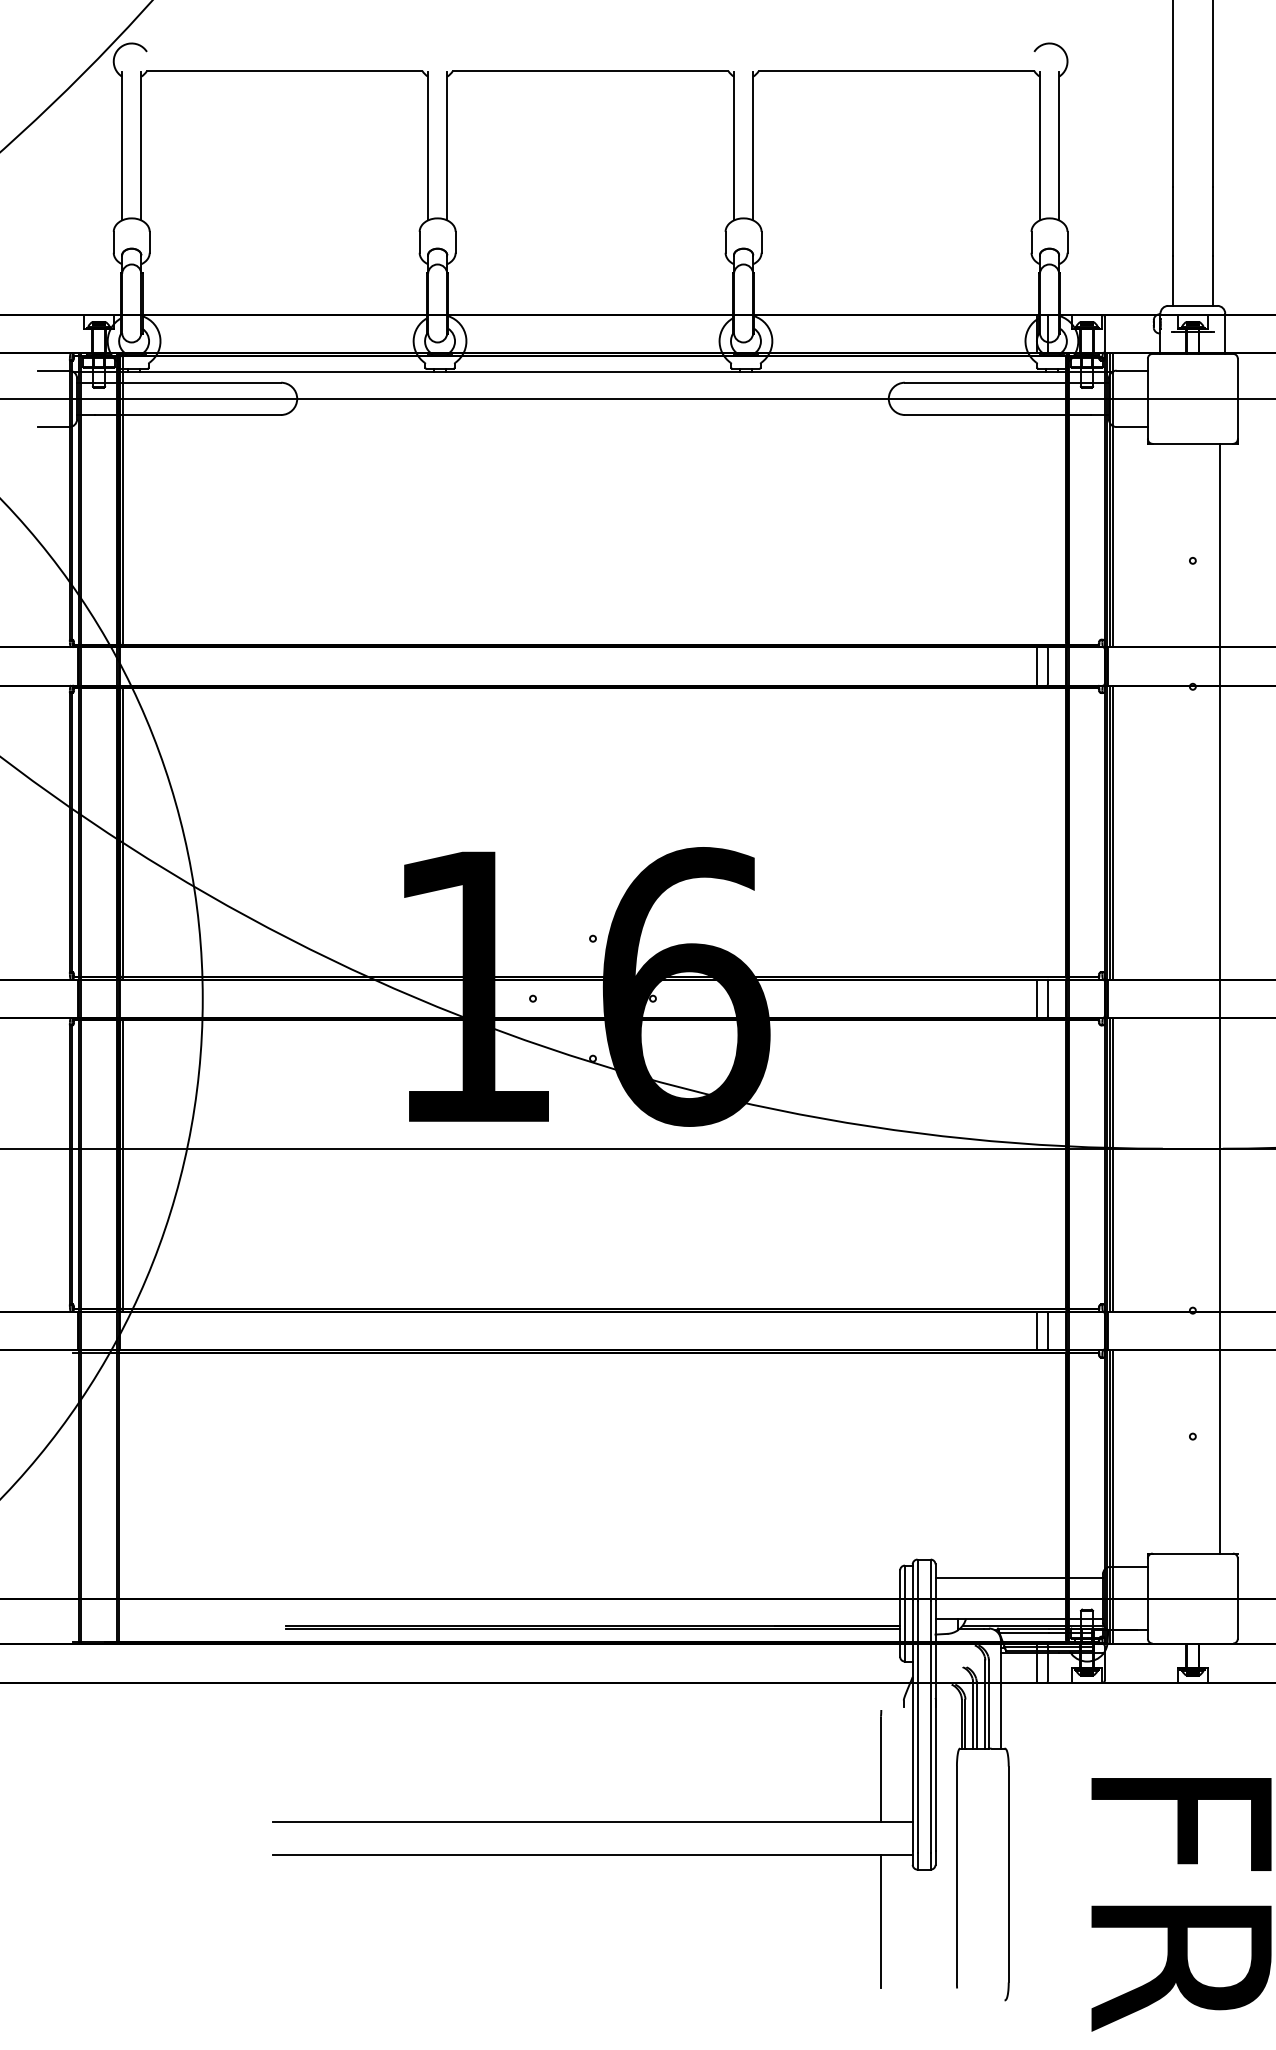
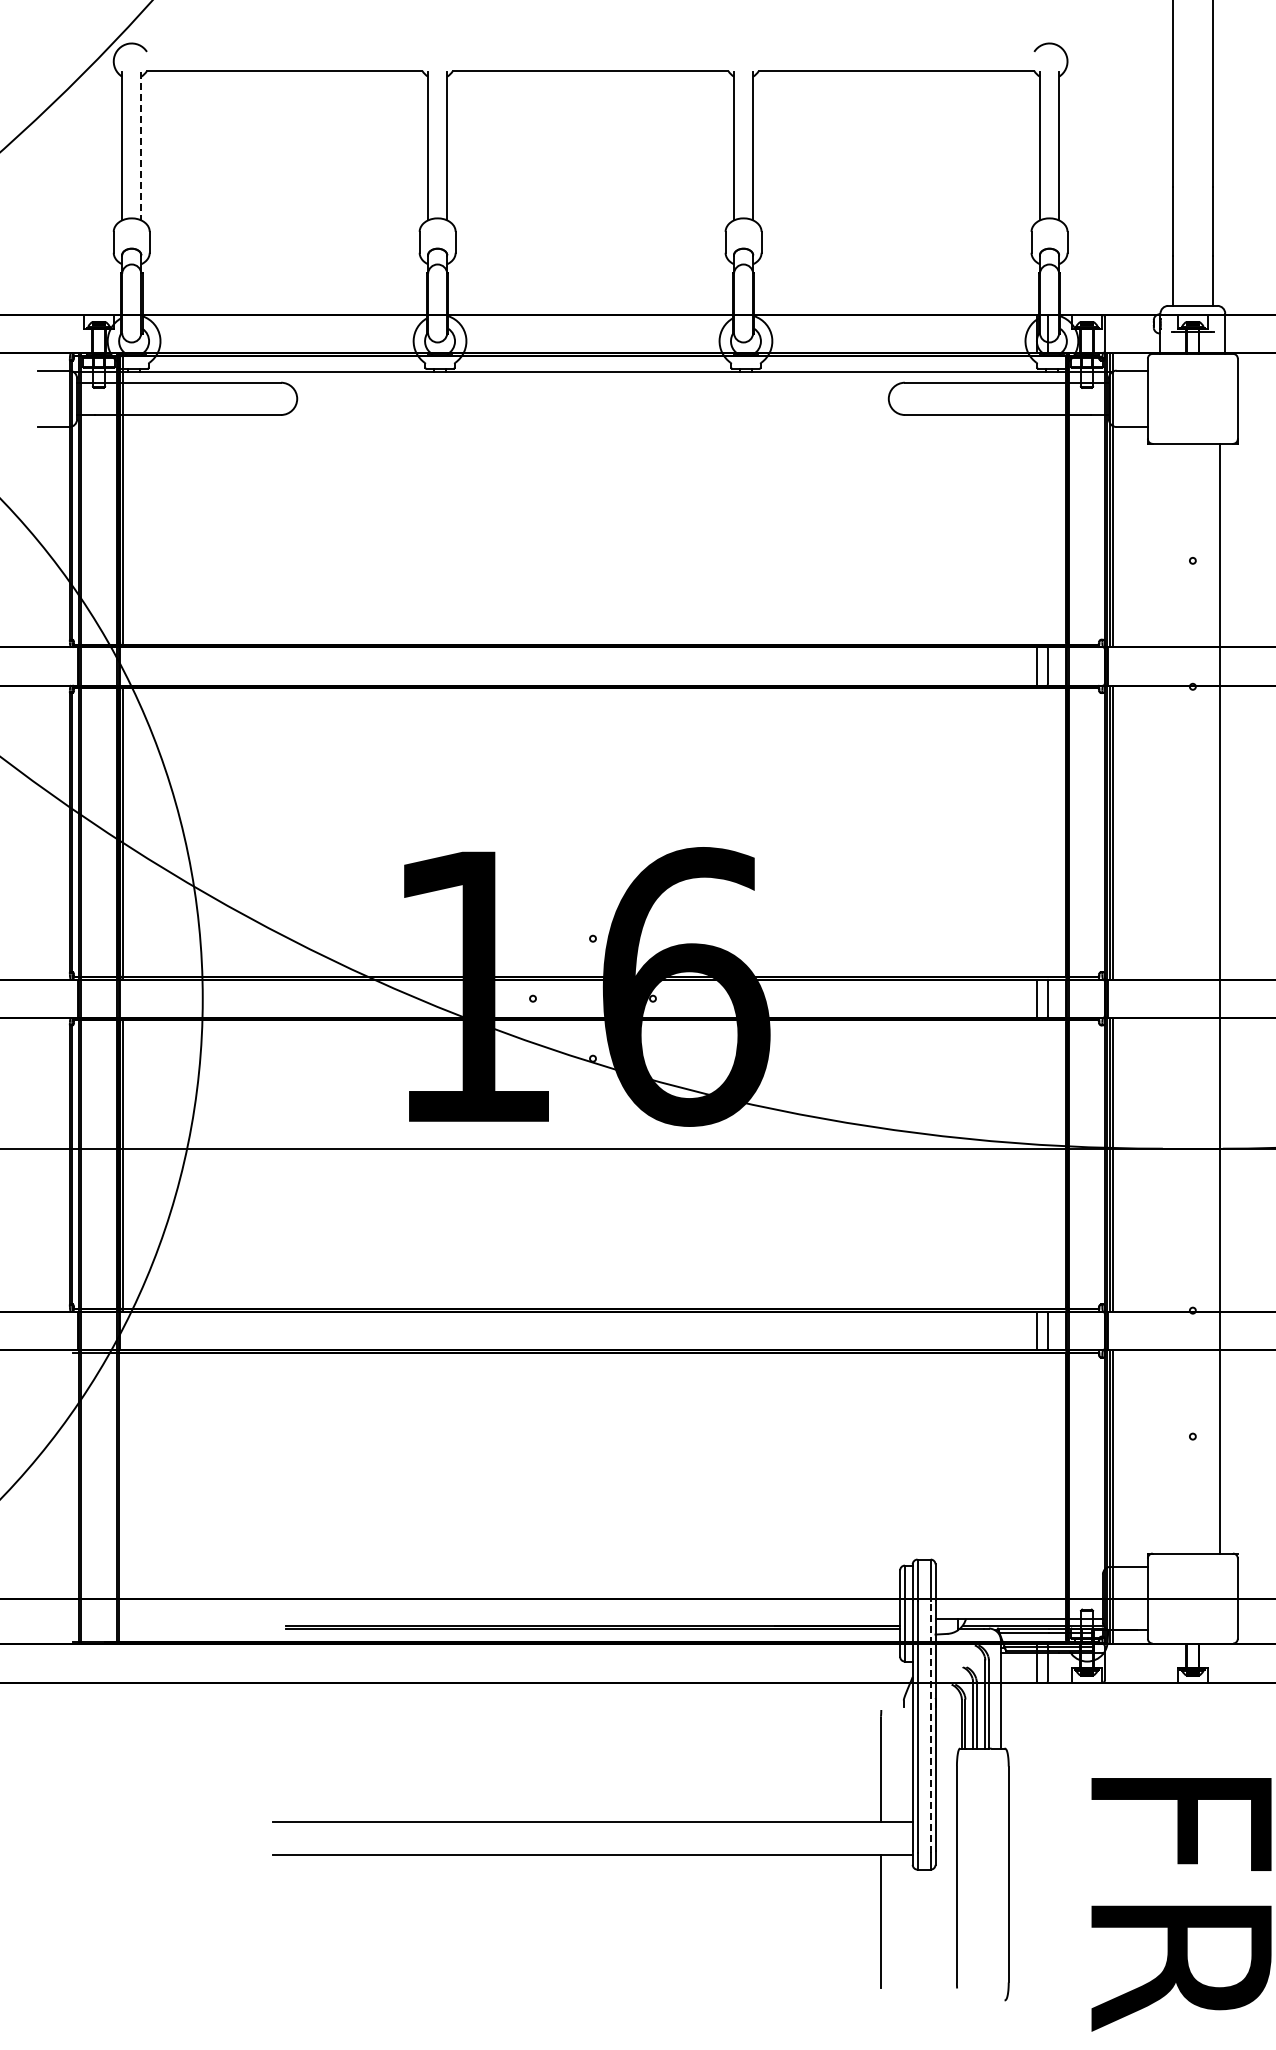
line at (141, 146): solid -> dashed
line at (637, 398): present -> none
line at (1018, 1578): present -> none
line at (930, 1726): solid -> dashed
